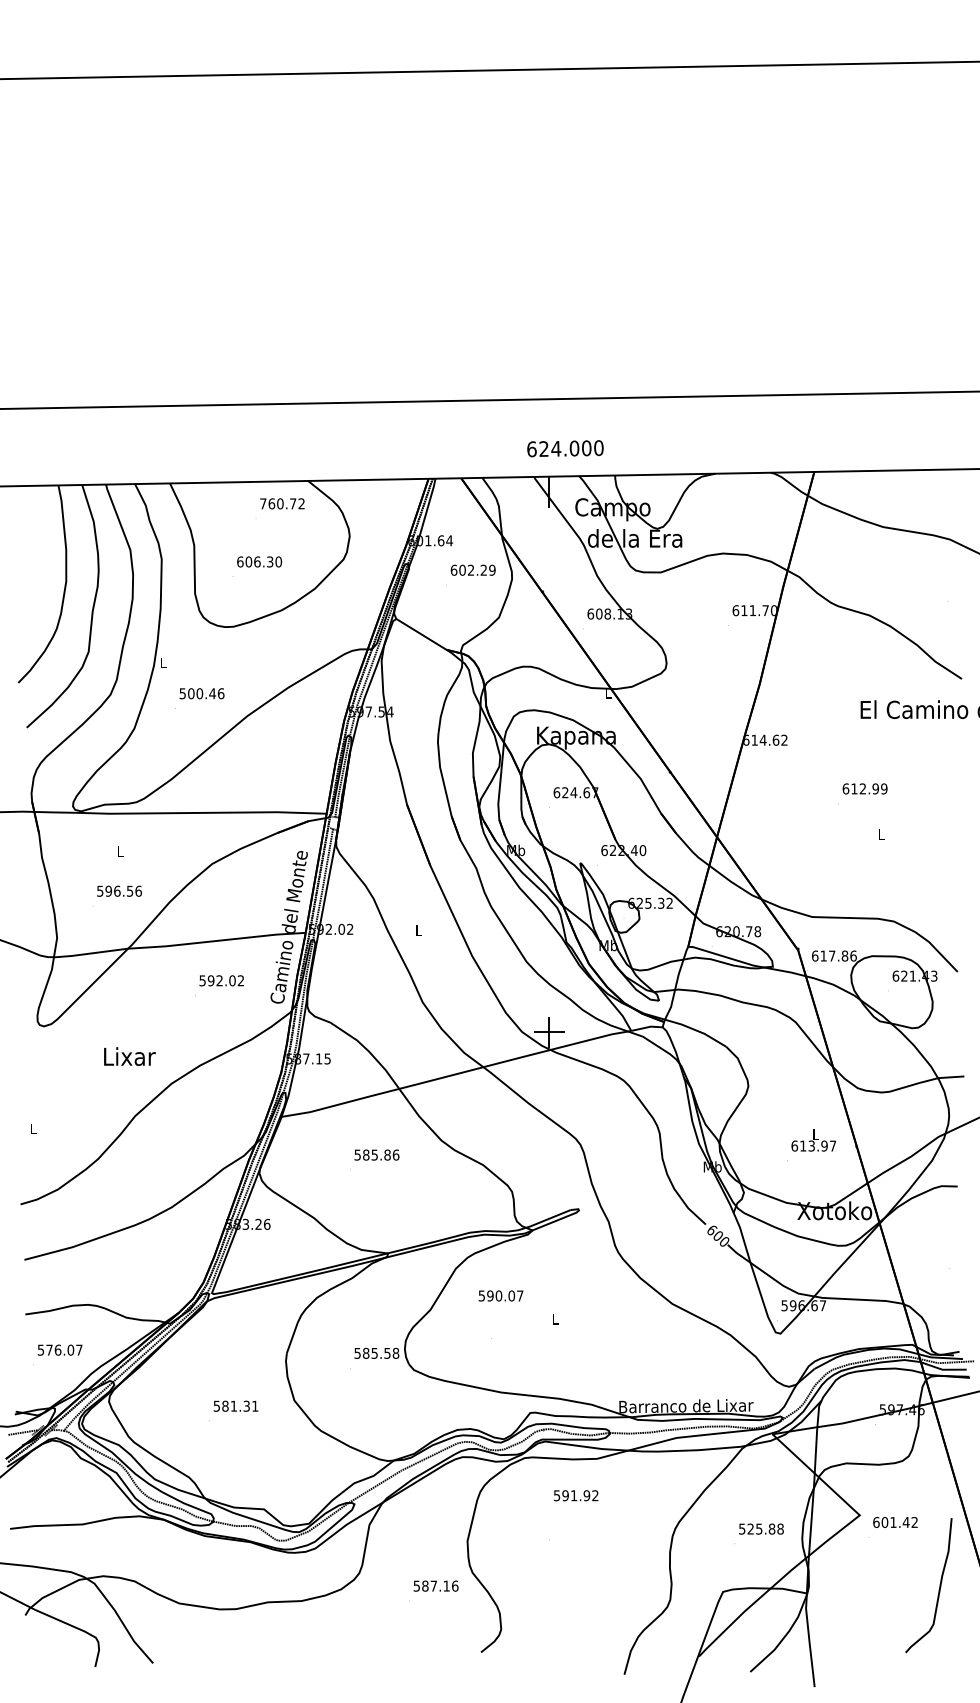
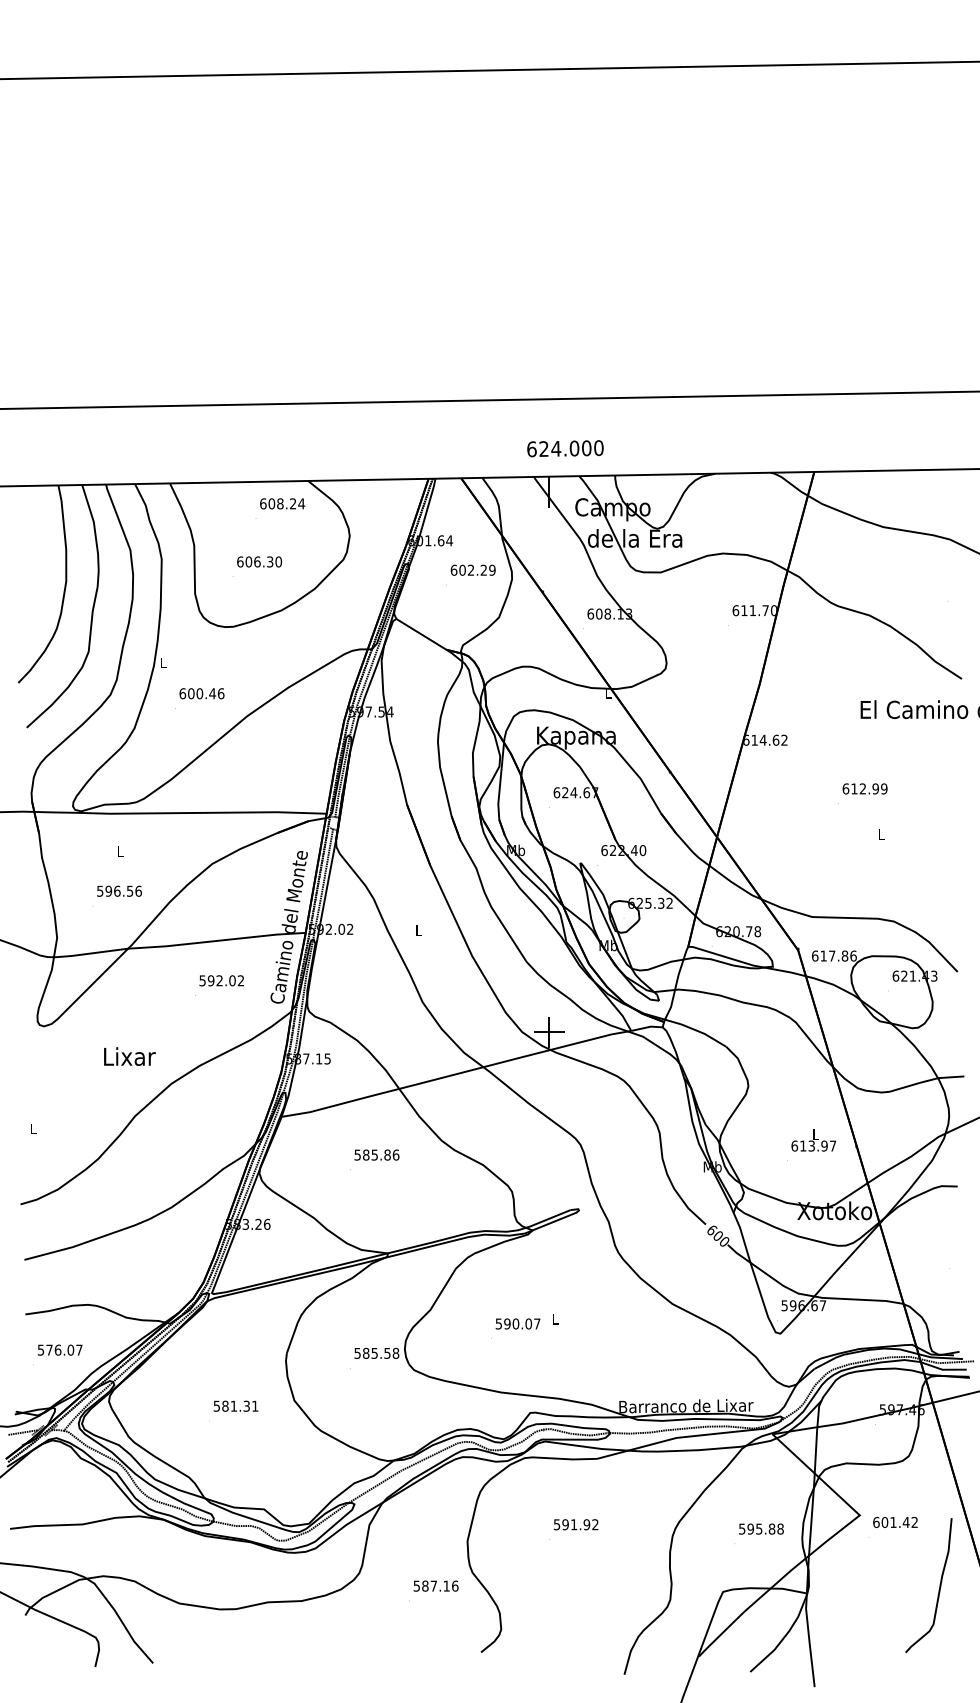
text at (282, 503): 760.72 -> 608.24
text at (182, 693): 500.46 -> 600.46
text at (500, 1295) position: (500, 1295) -> (517, 1323)
text at (576, 1495) position: (576, 1495) -> (576, 1524)
text at (750, 1528): 525.88 -> 595.88
